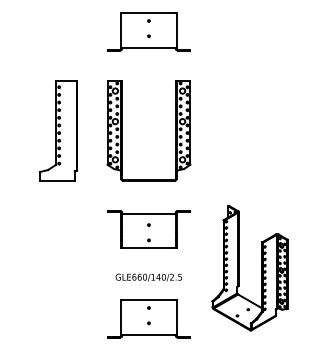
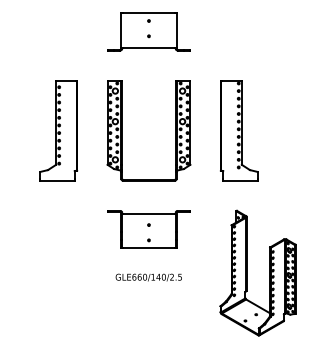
part at (239, 130): none -> present
part at (239, 267) position: (239, 267) -> (247, 272)
part at (148, 318): present -> none
